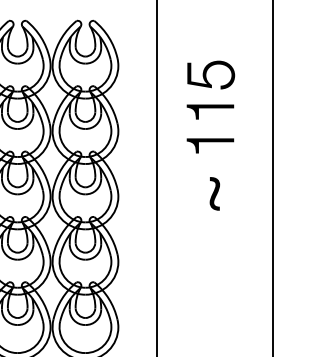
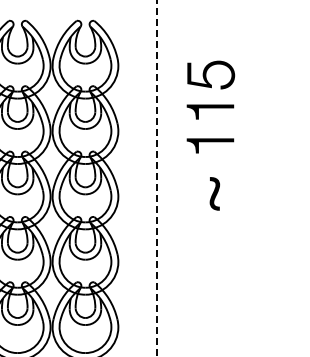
line at (272, 177): present -> none
line at (157, 178): solid -> dashed
